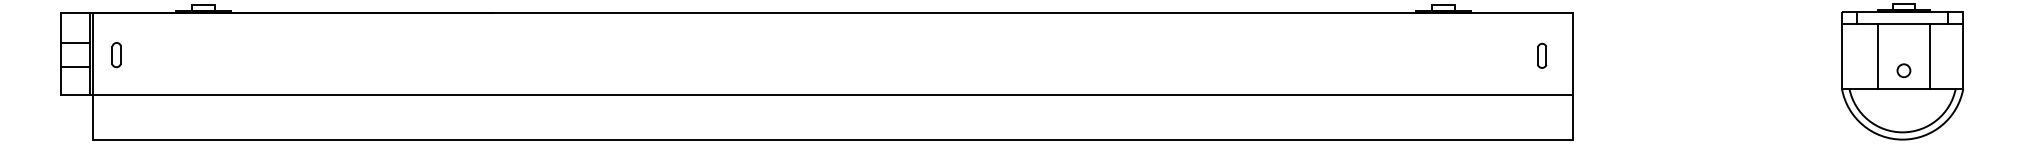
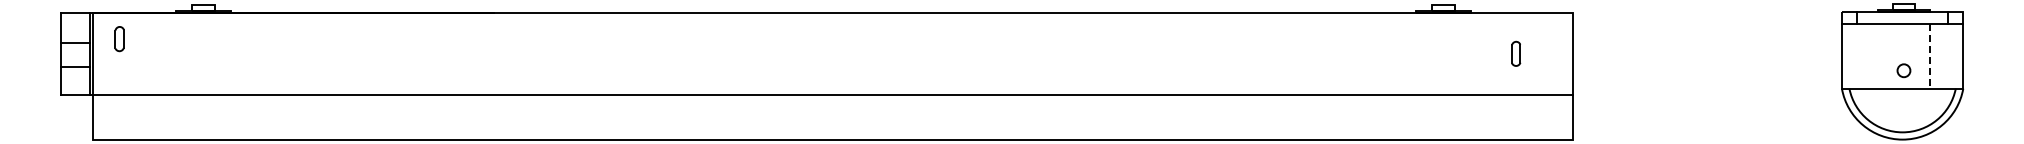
part at (116, 55) position: (116, 55) -> (119, 39)
part at (1542, 55) position: (1542, 55) -> (1516, 53)
line at (1877, 56): present -> none
line at (1930, 57): solid -> dashed
